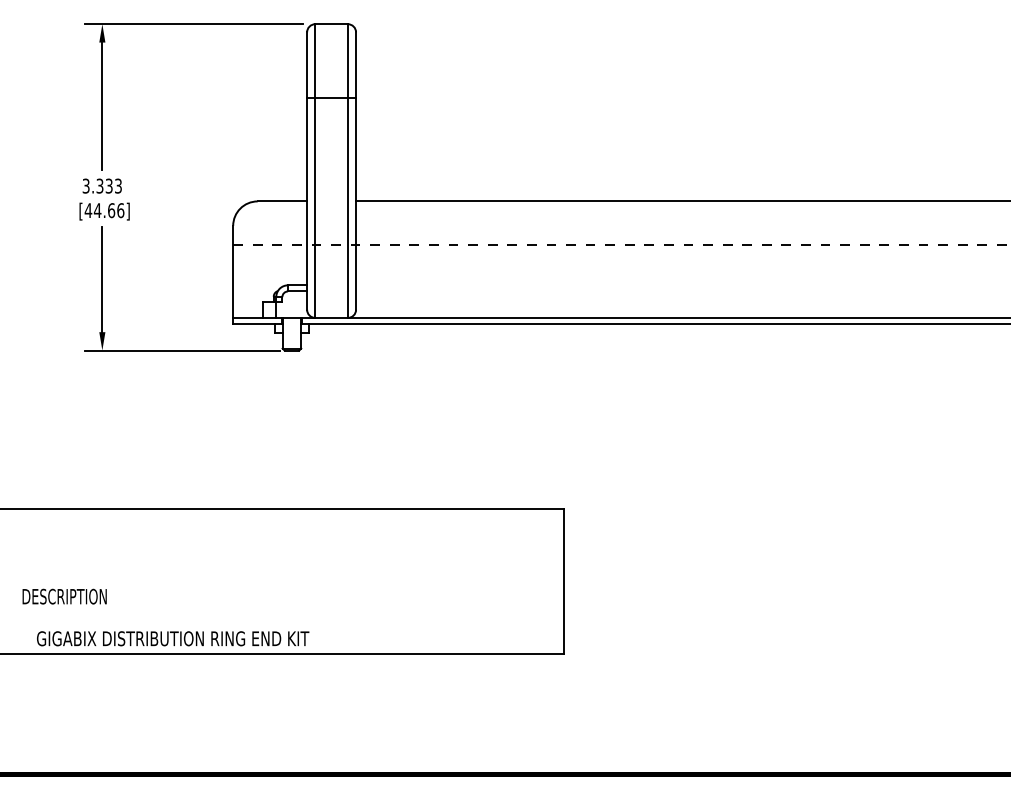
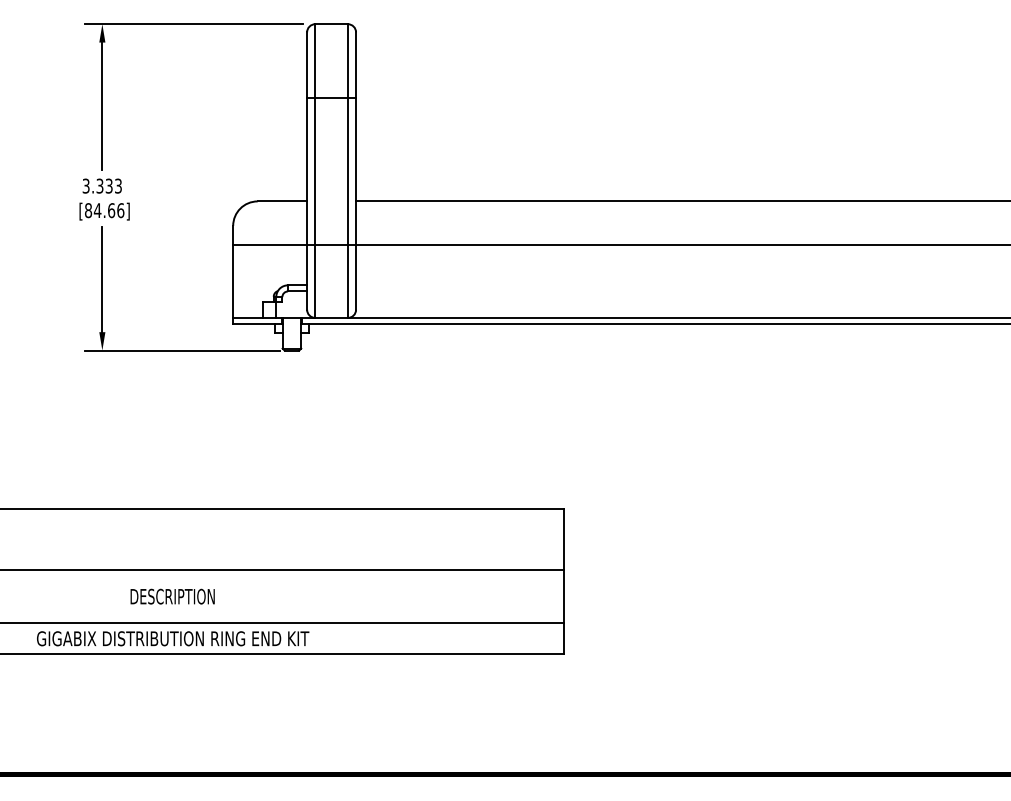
text at (88, 210): [44.66] -> [84.66]
line at (621, 244): dashed -> solid
line at (283, 569): none -> present
text at (64, 596) position: (64, 596) -> (172, 596)
line at (283, 623): none -> present
